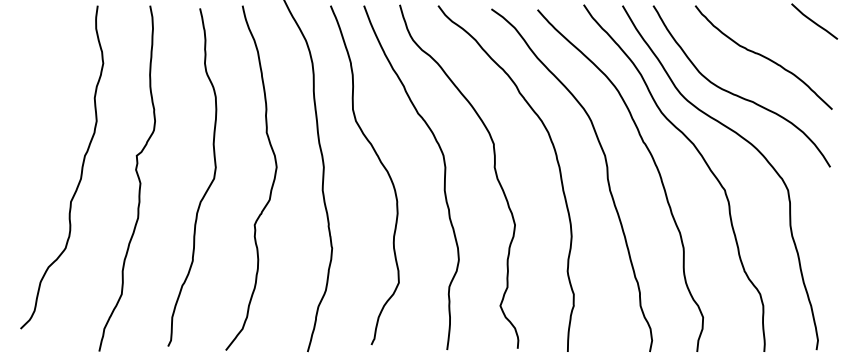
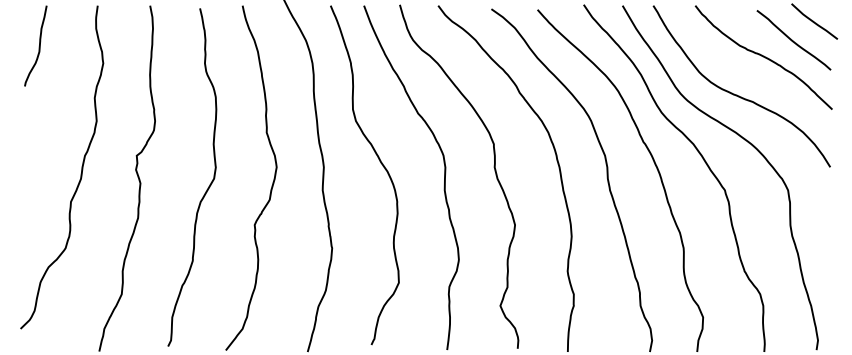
curve at (793, 40): none -> present
curve at (38, 46): none -> present
